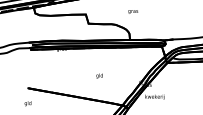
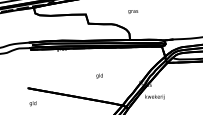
text at (27, 103) position: (27, 103) -> (32, 103)
